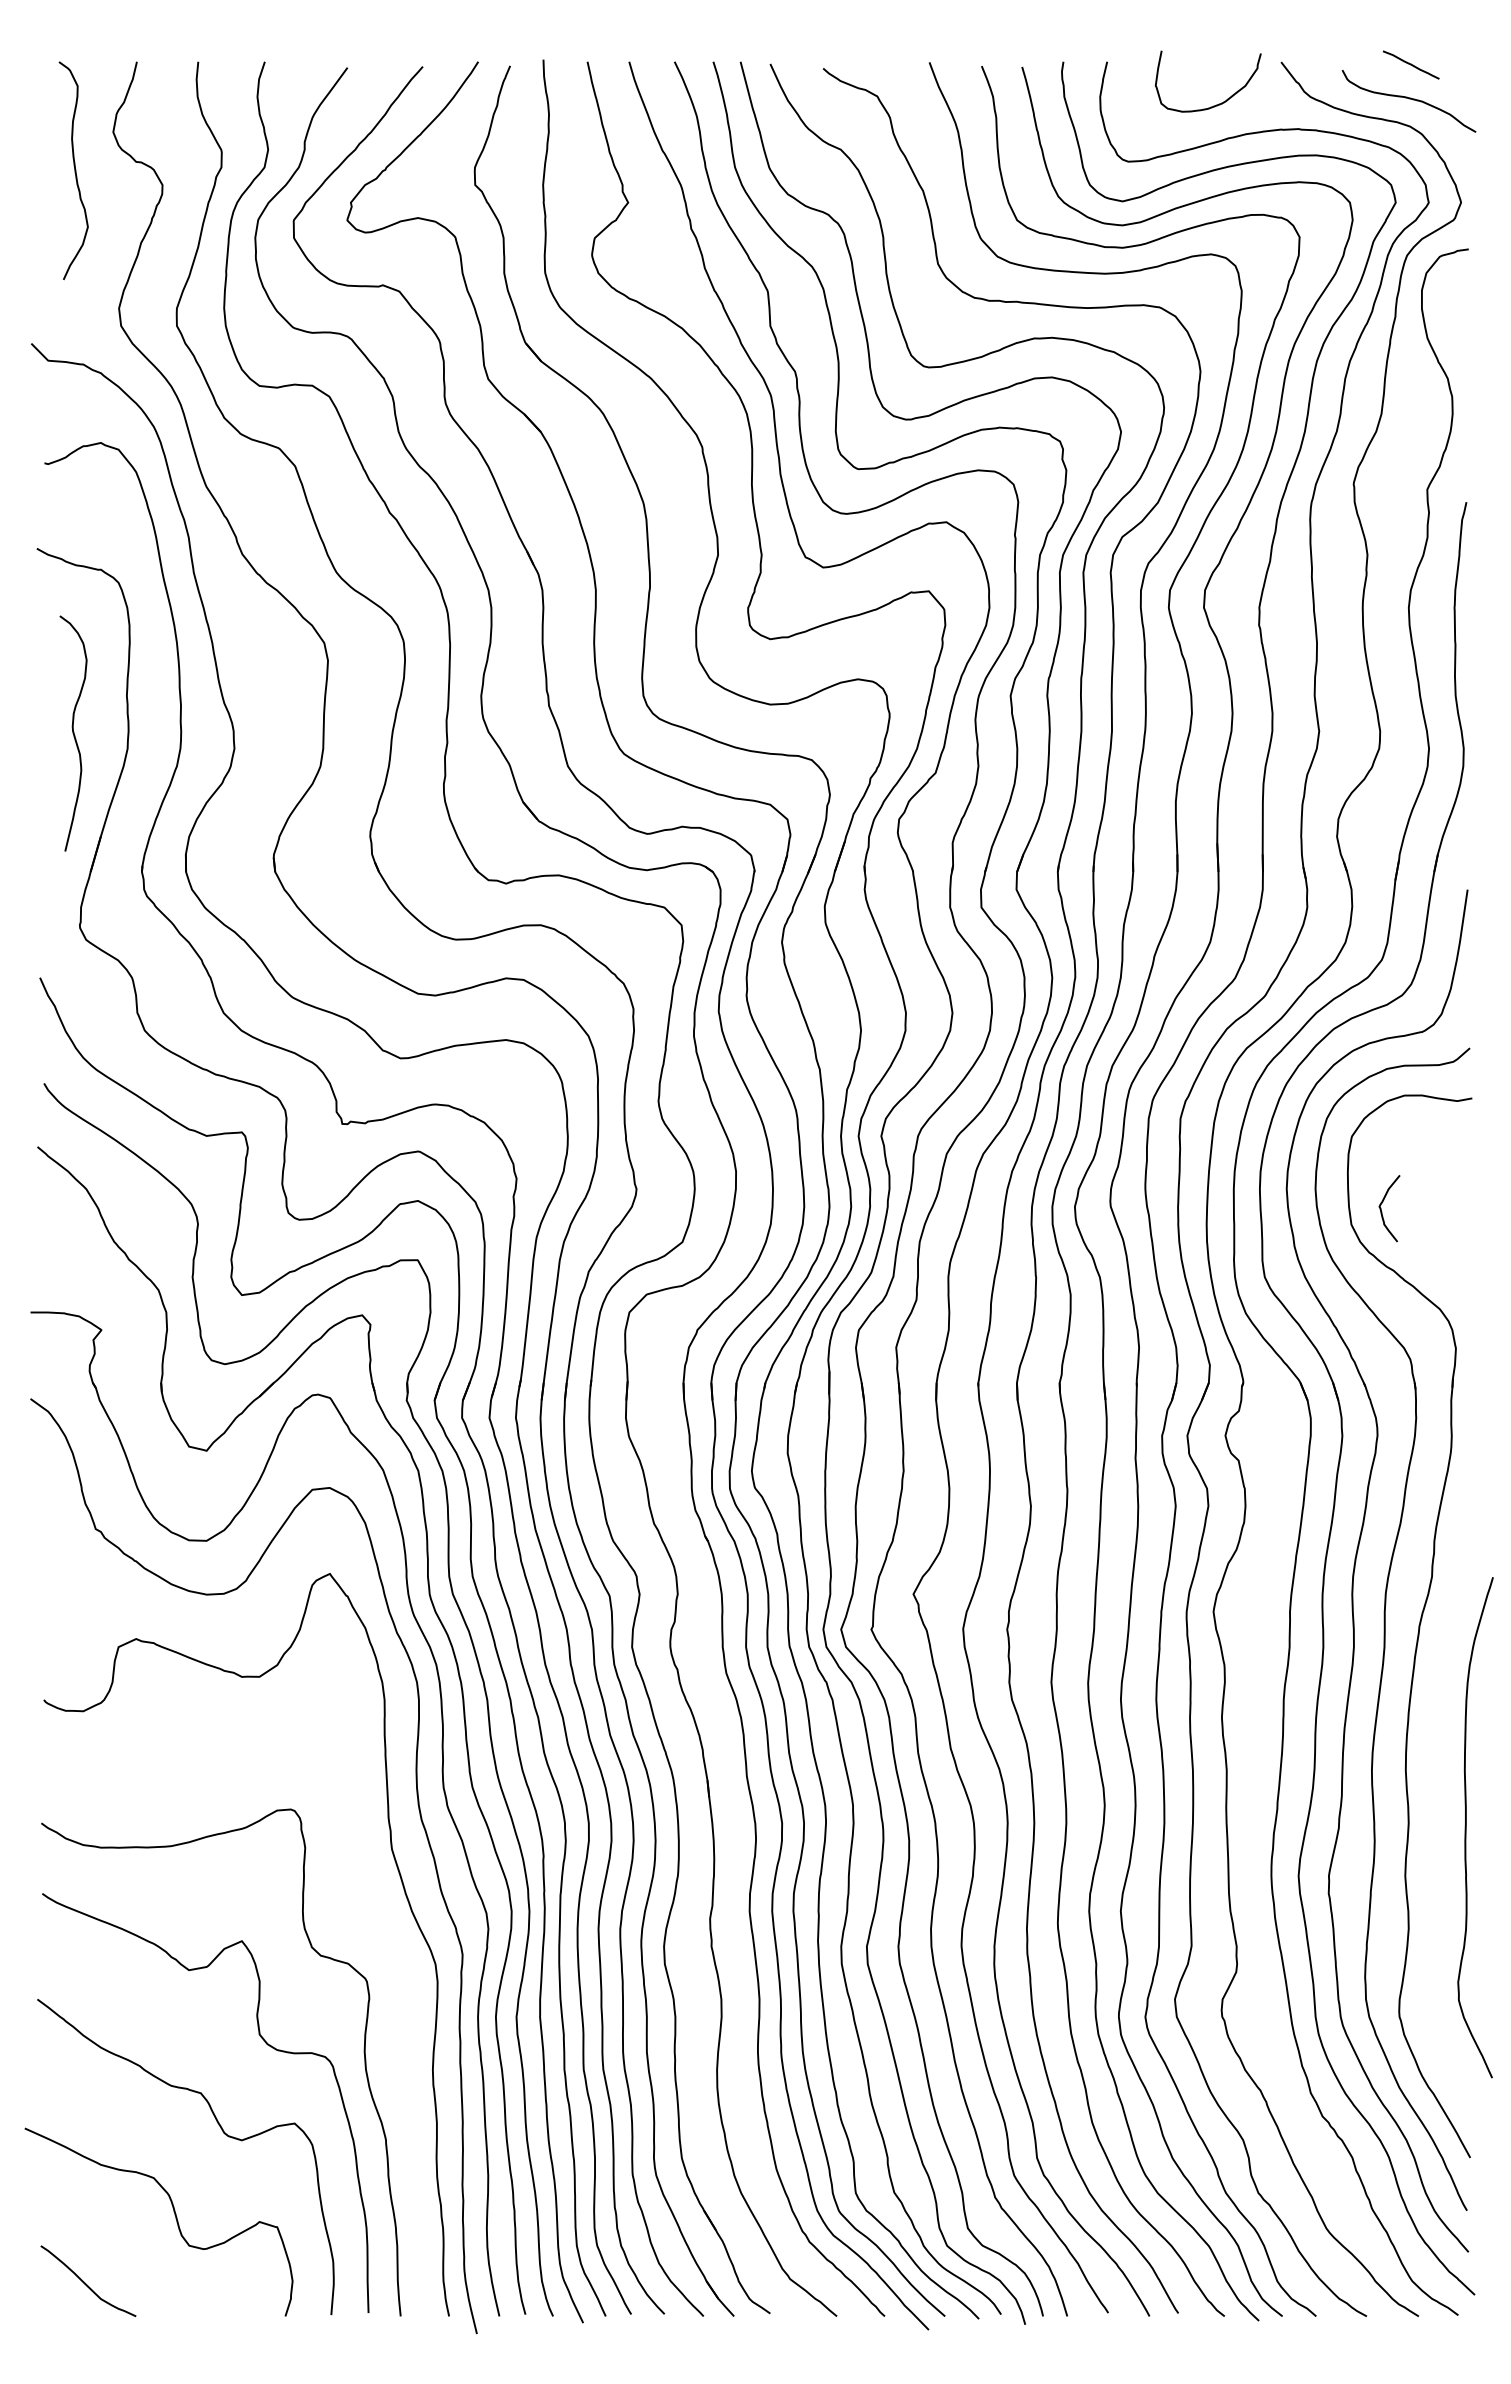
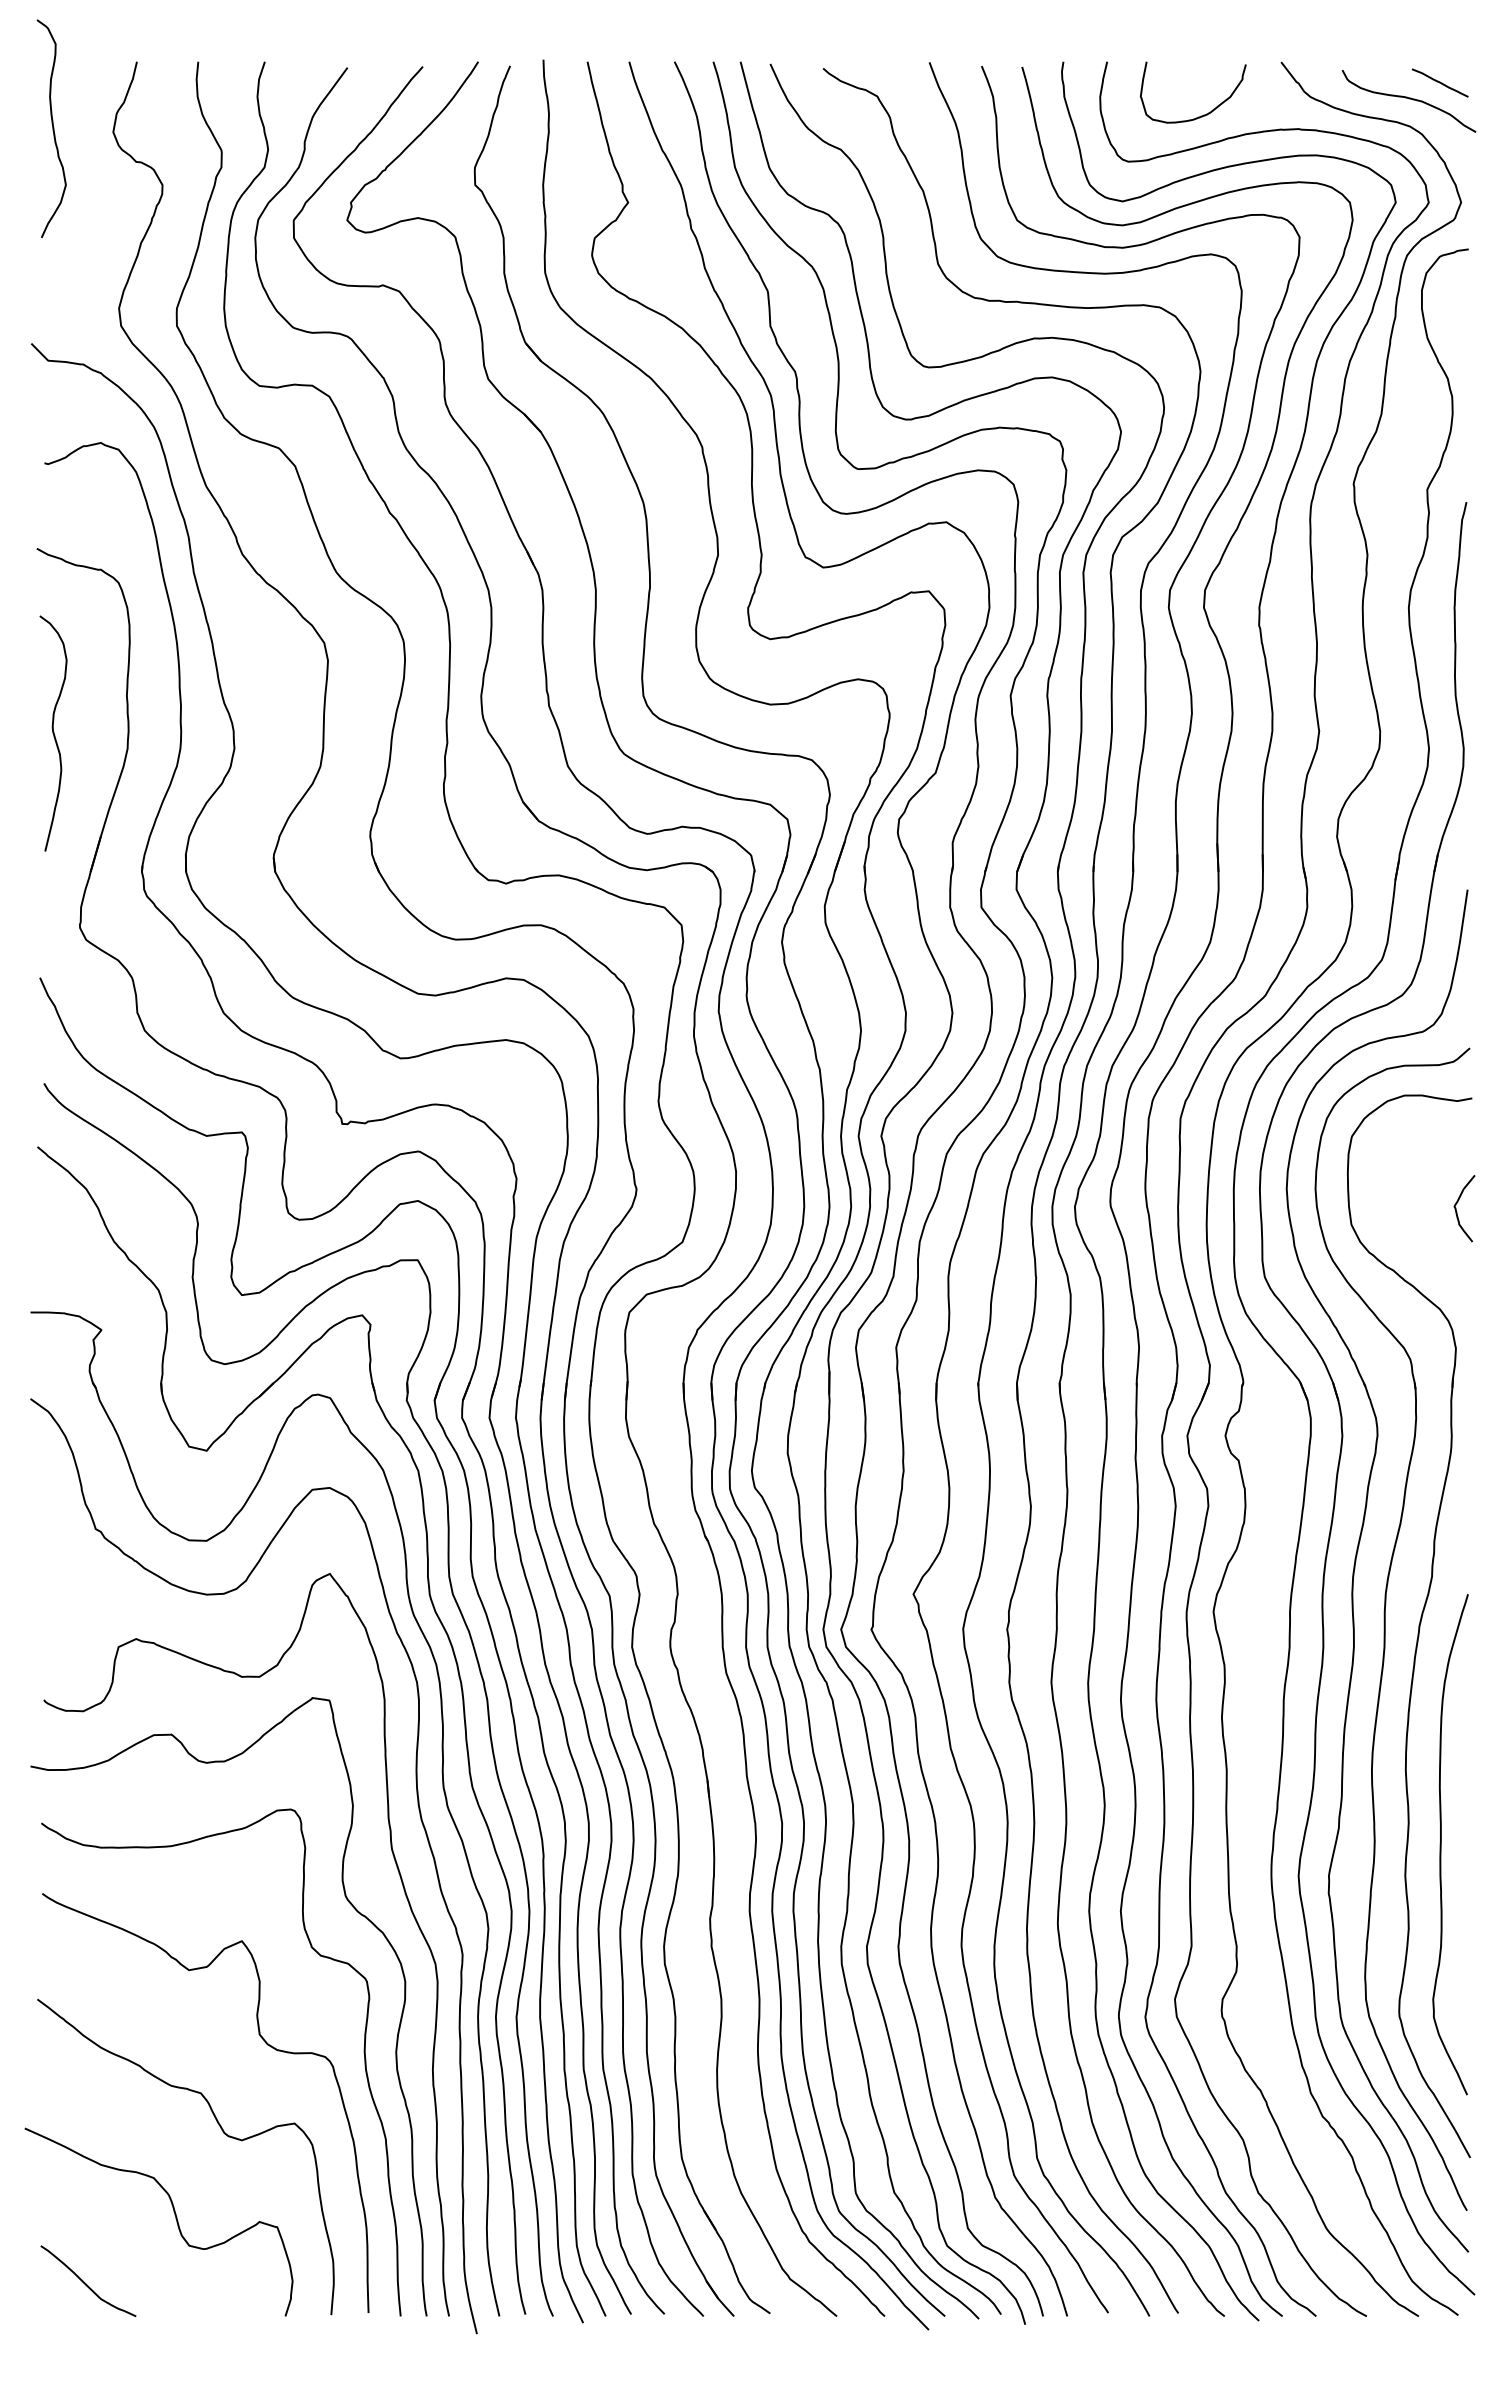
line at (1410, 64) position: (1410, 64) -> (1439, 82)
curve at (1218, 103) position: (1218, 103) -> (1203, 114)
curve at (74, 170) position: (74, 170) -> (52, 128)
curve at (73, 733) position: (73, 733) -> (53, 733)
curve at (1382, 1211) position: (1382, 1211) -> (1457, 1211)
curve at (1466, 1827) position: (1466, 1827) -> (1441, 1844)
curve at (347, 1901): none -> present
